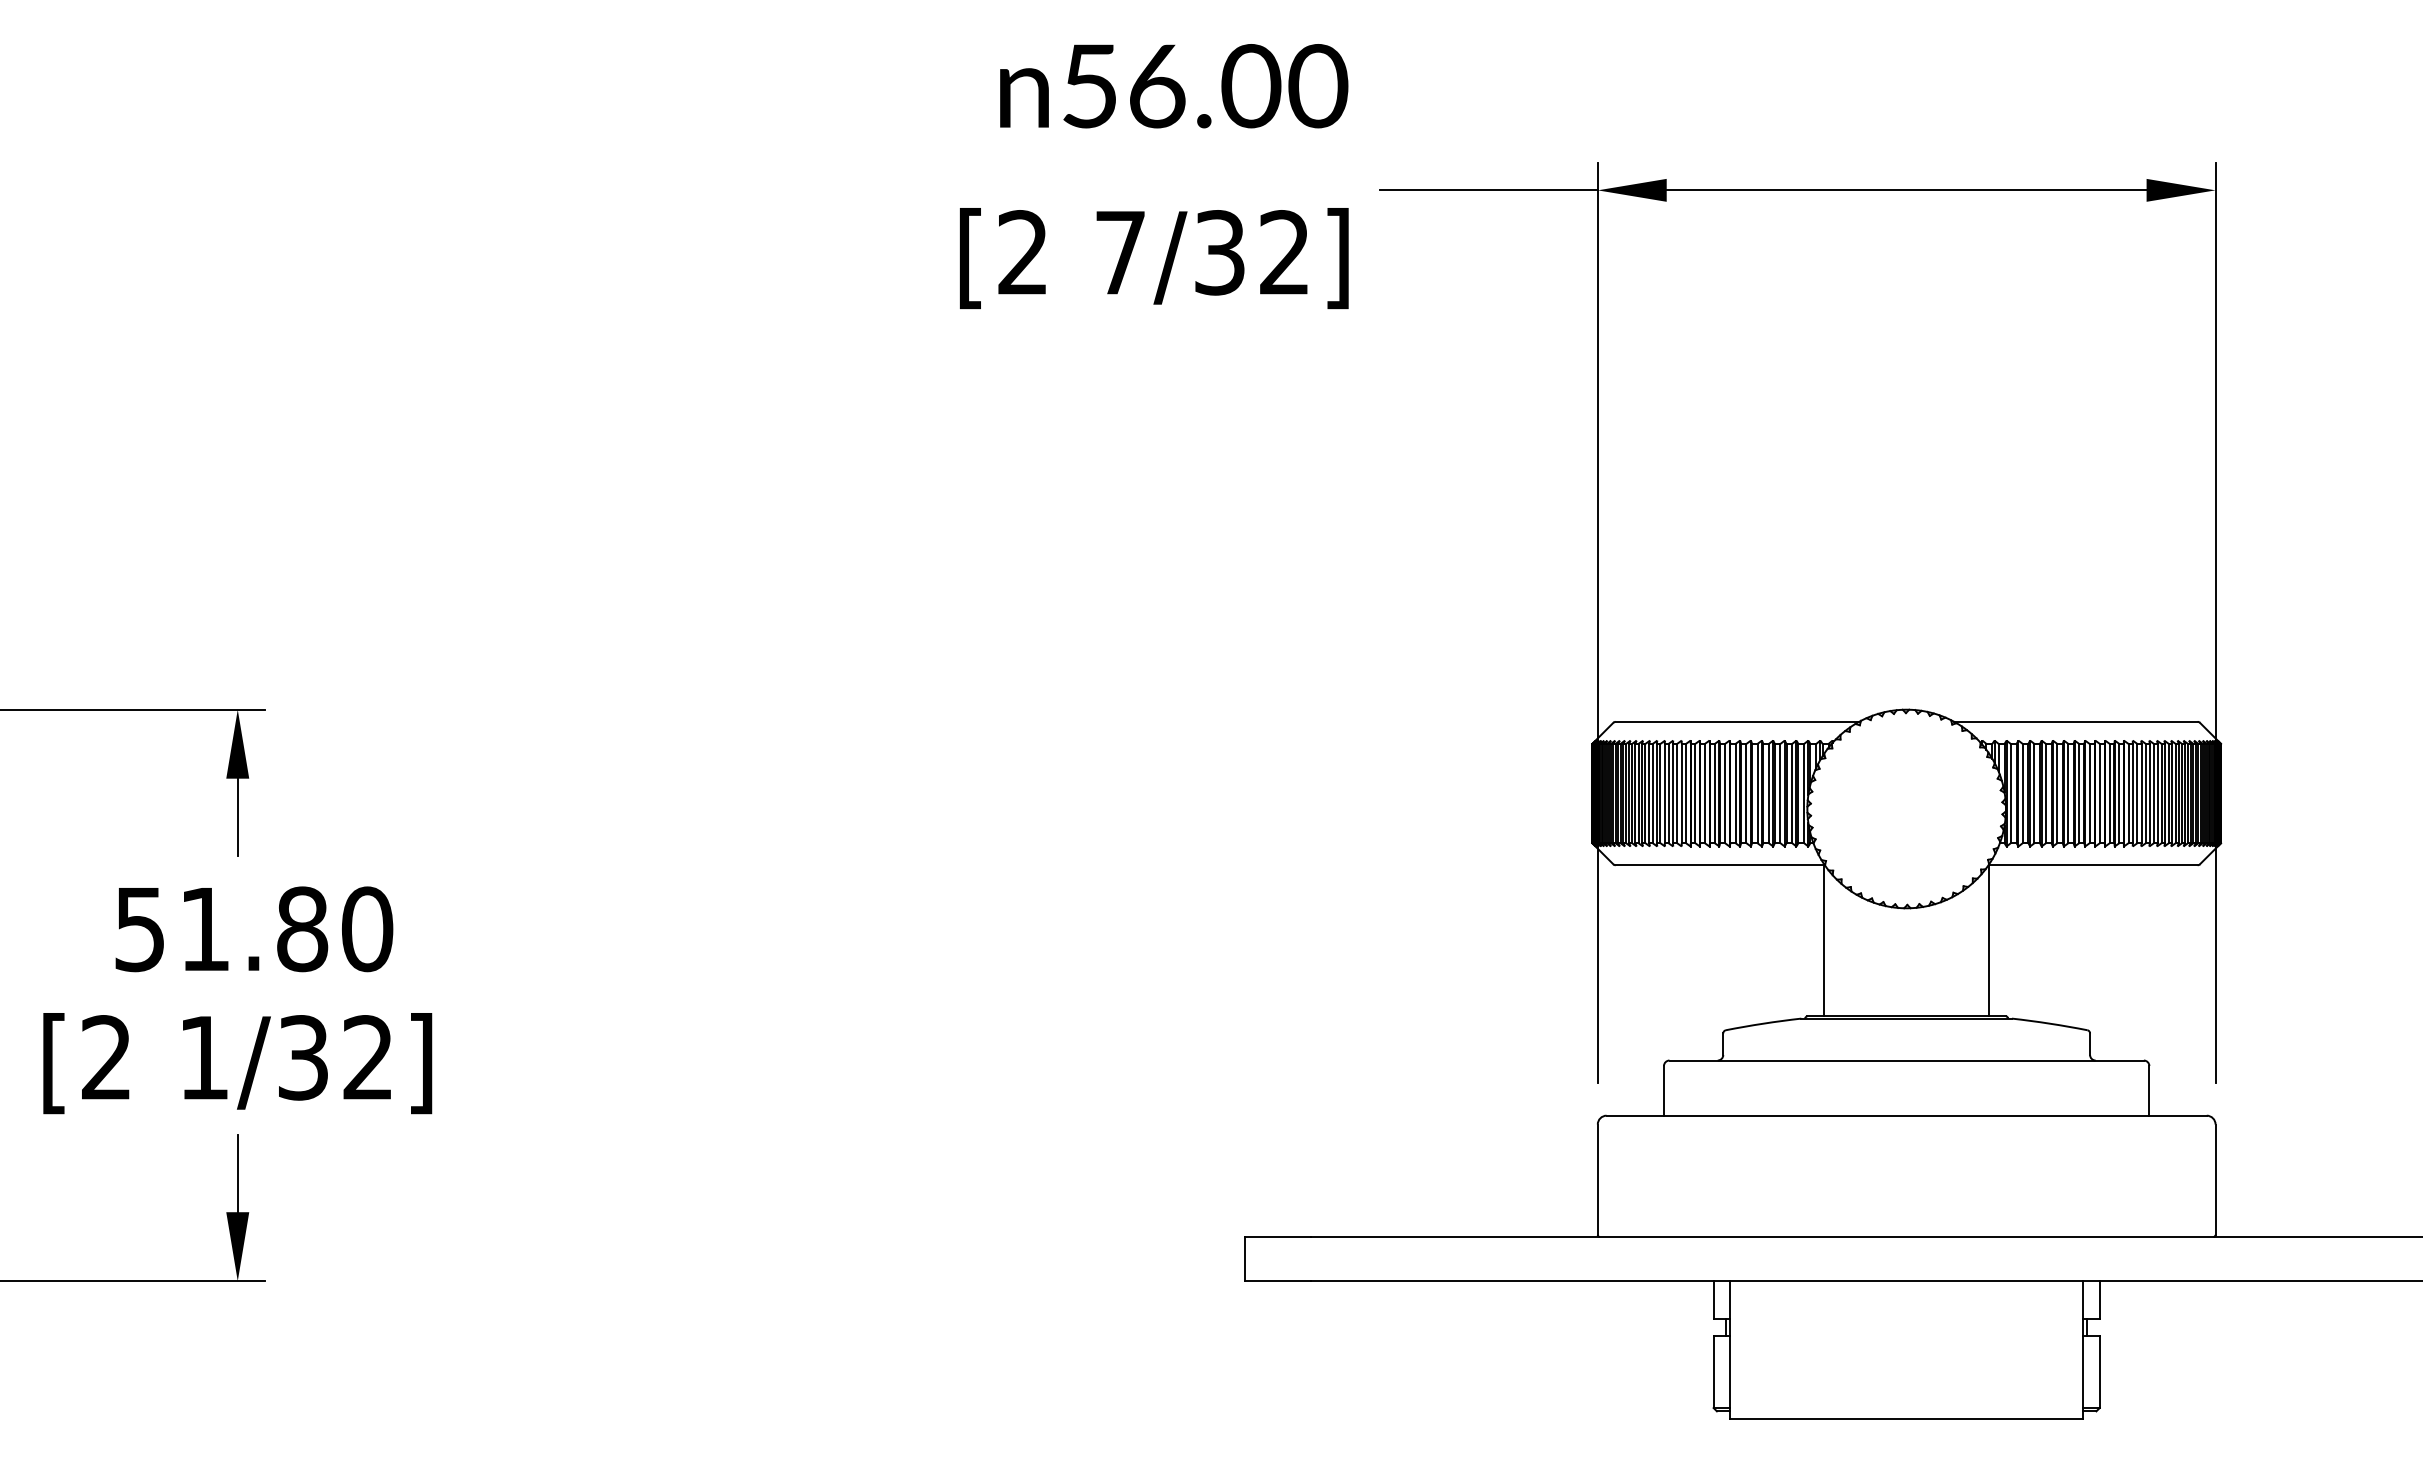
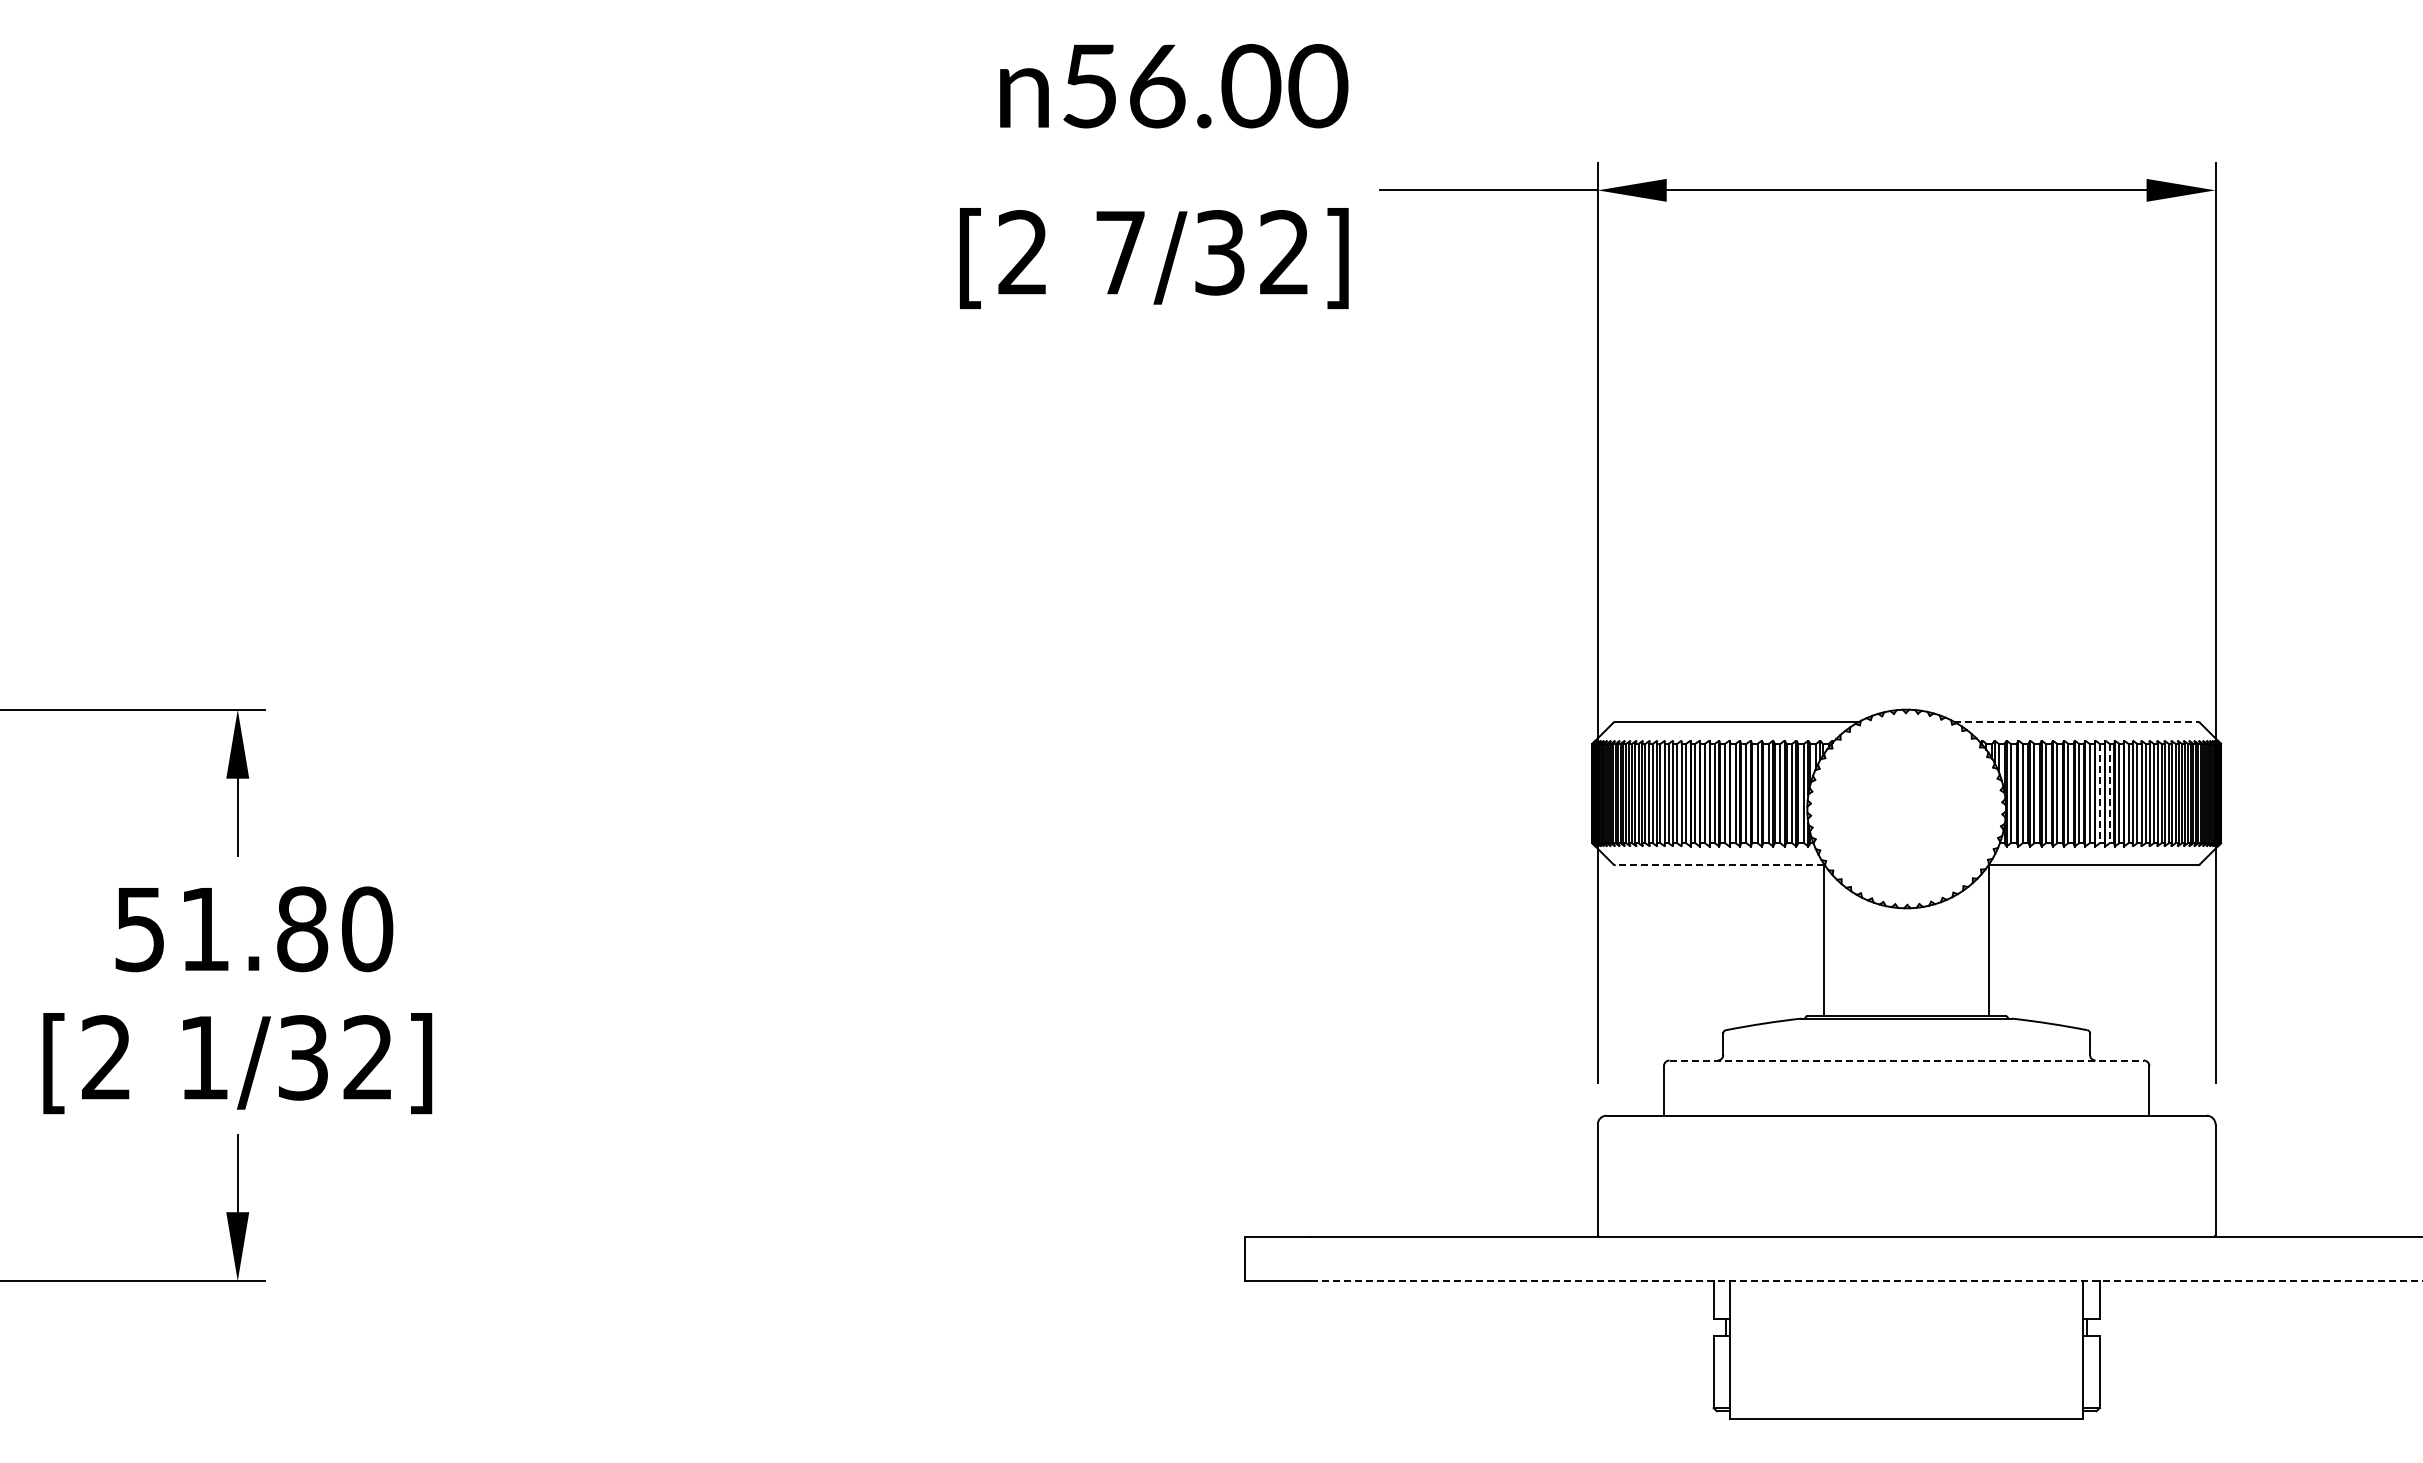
line at (2075, 721): solid -> dashed
line at (2099, 793): solid -> dashed
line at (2109, 793): solid -> dashed
line at (1719, 865): solid -> dashed
line at (1907, 1060): solid -> dashed
line at (1866, 1281): solid -> dashed
